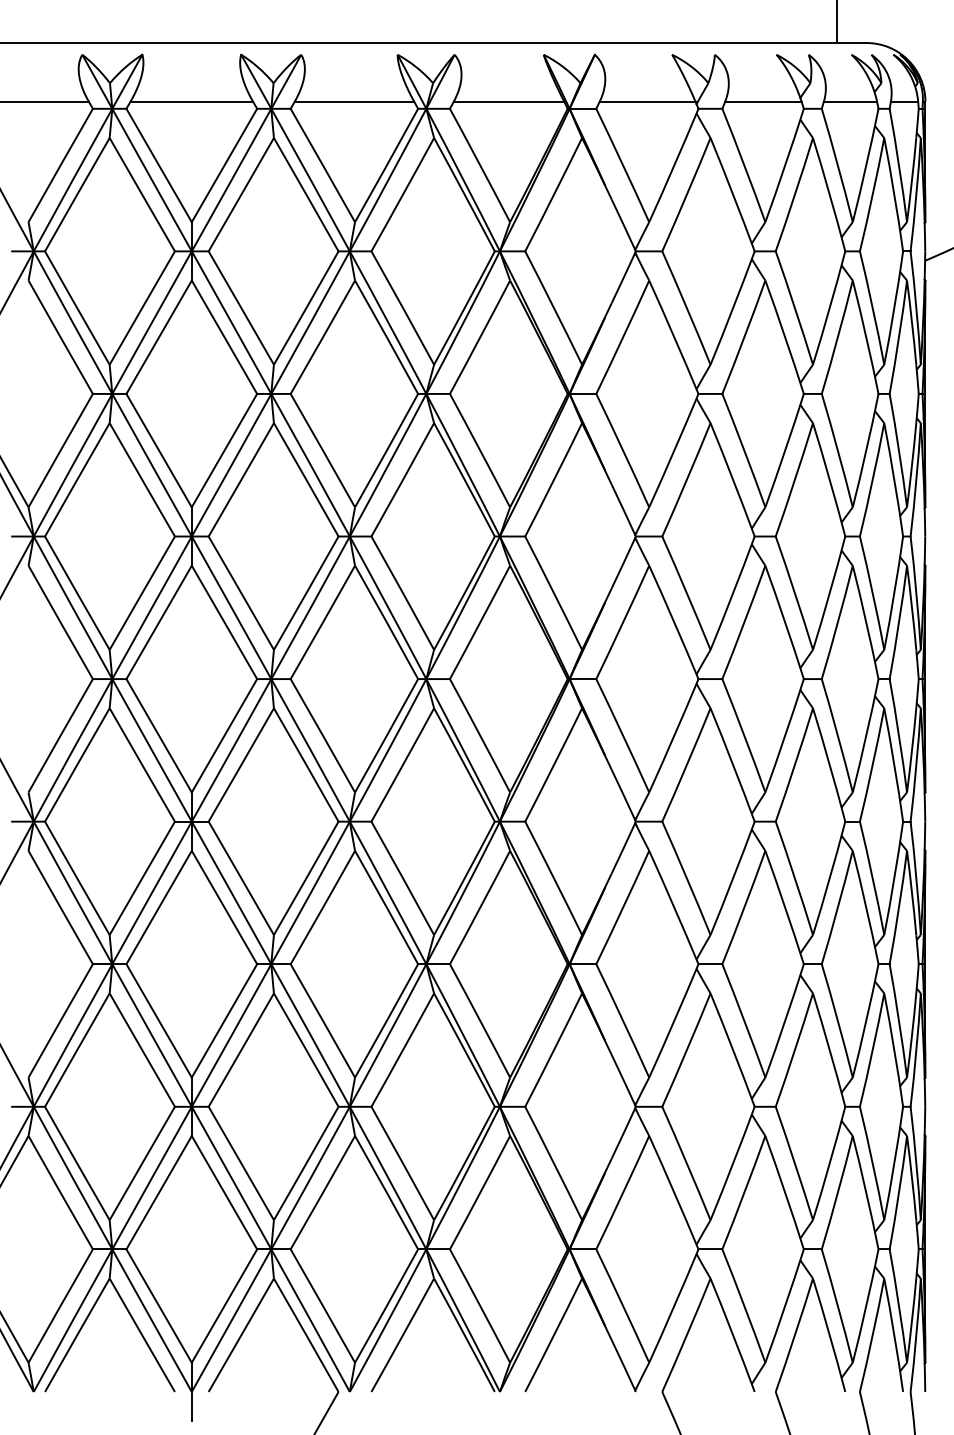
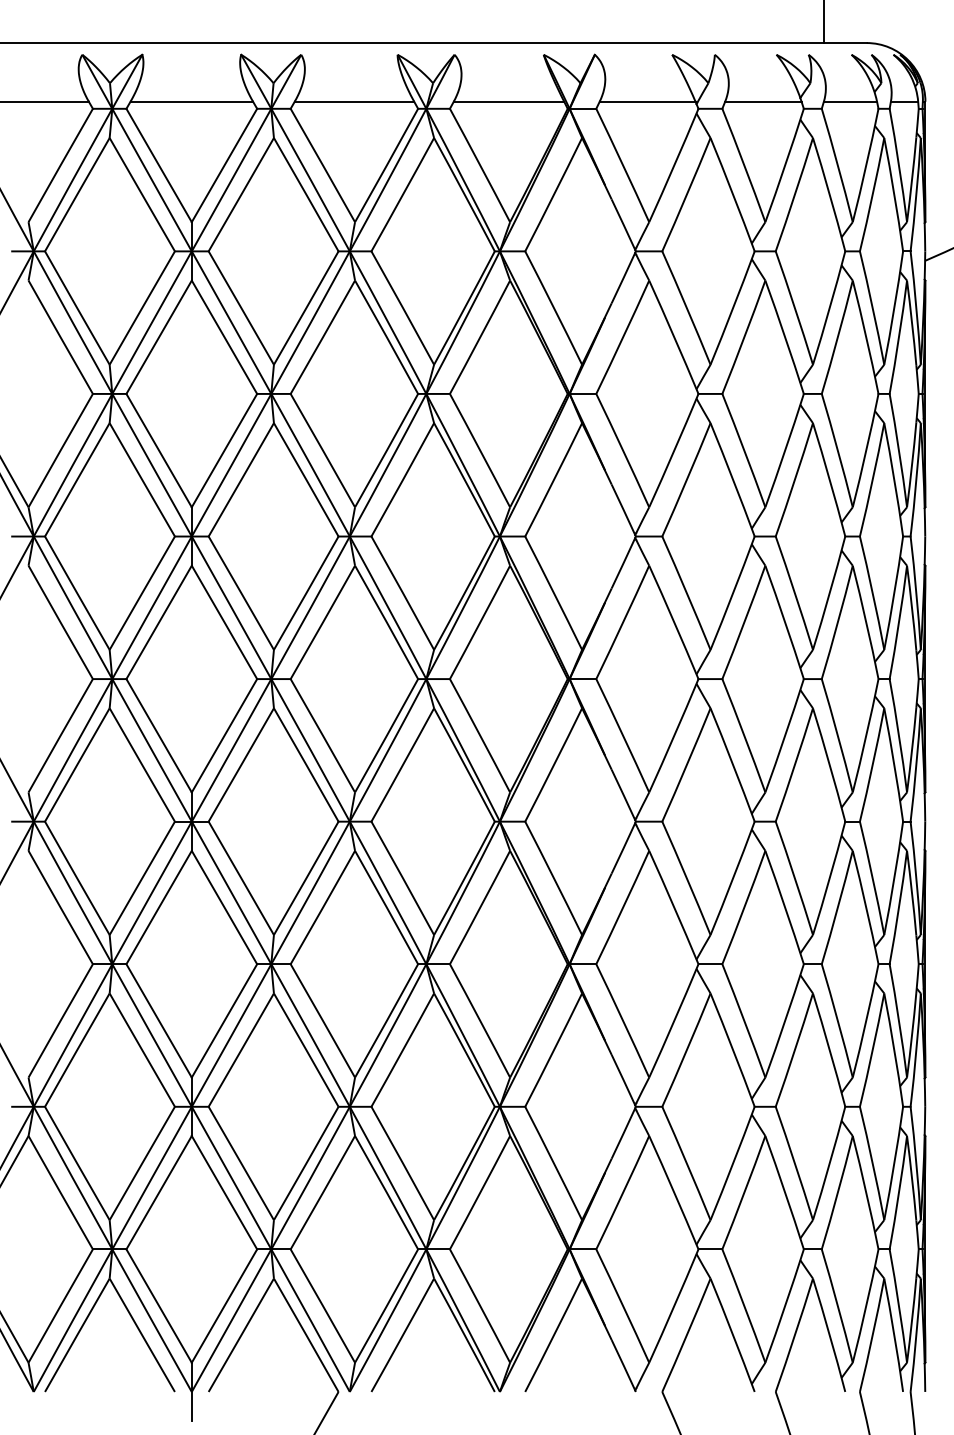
line at (837, 22) position: (837, 22) -> (824, 22)
